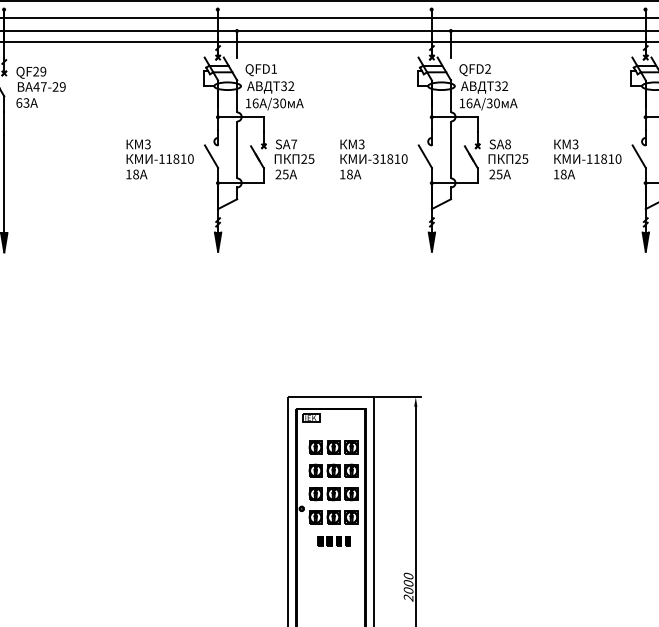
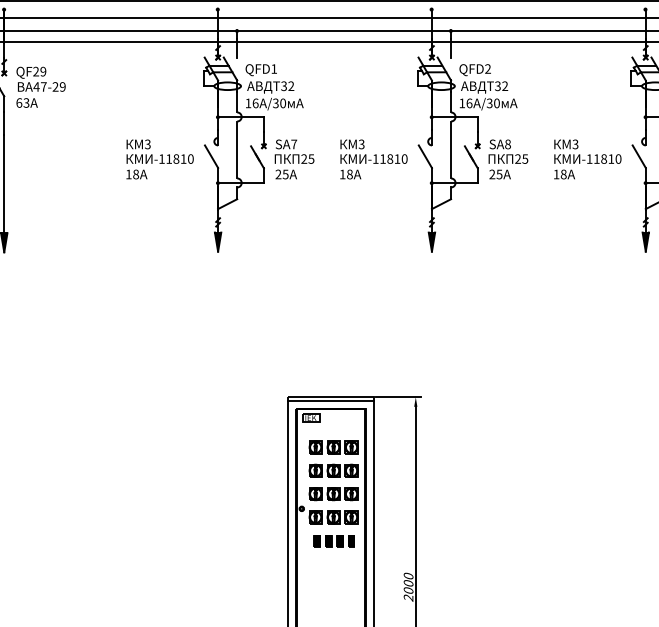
text at (375, 158): -31810 -> -11810
line at (330, 401): none -> present
part at (333, 541) size: 34x11 px -> 42x13 px
